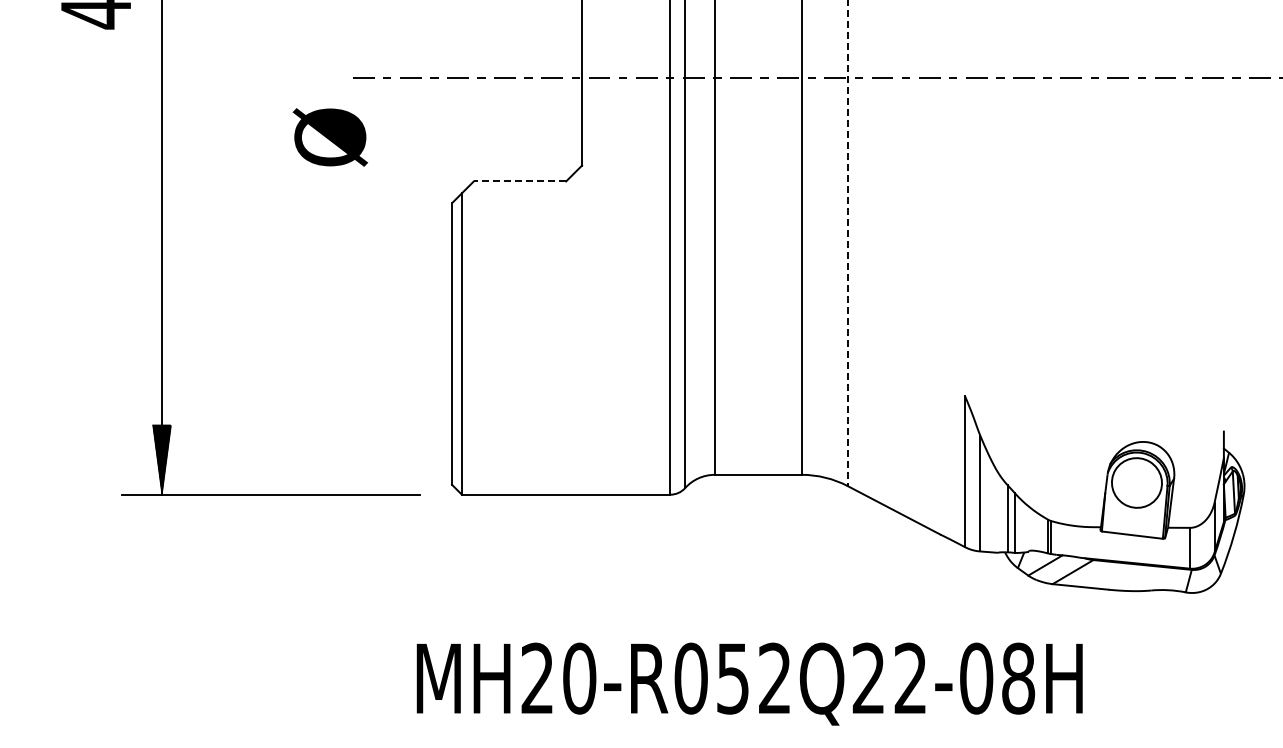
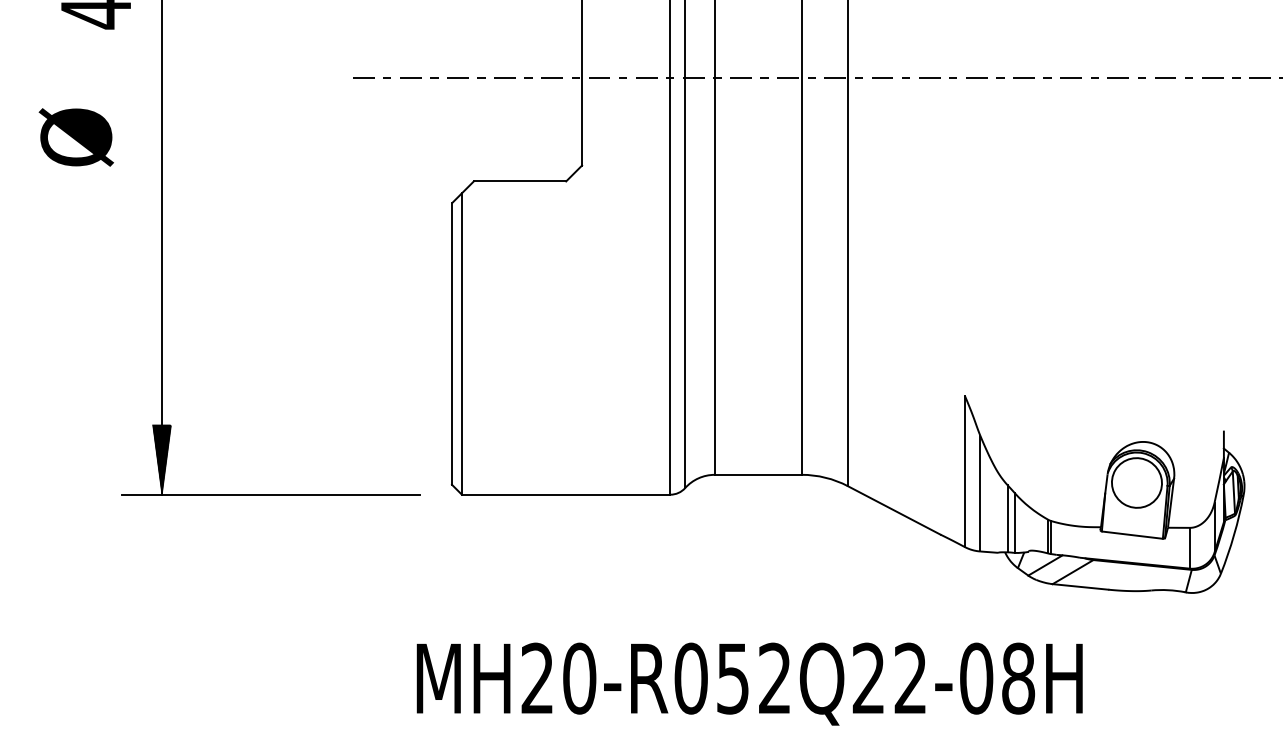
text at (329, 137) position: (329, 137) -> (75, 137)
line at (519, 181): dashed -> solid
line at (847, 243): dashed -> solid
